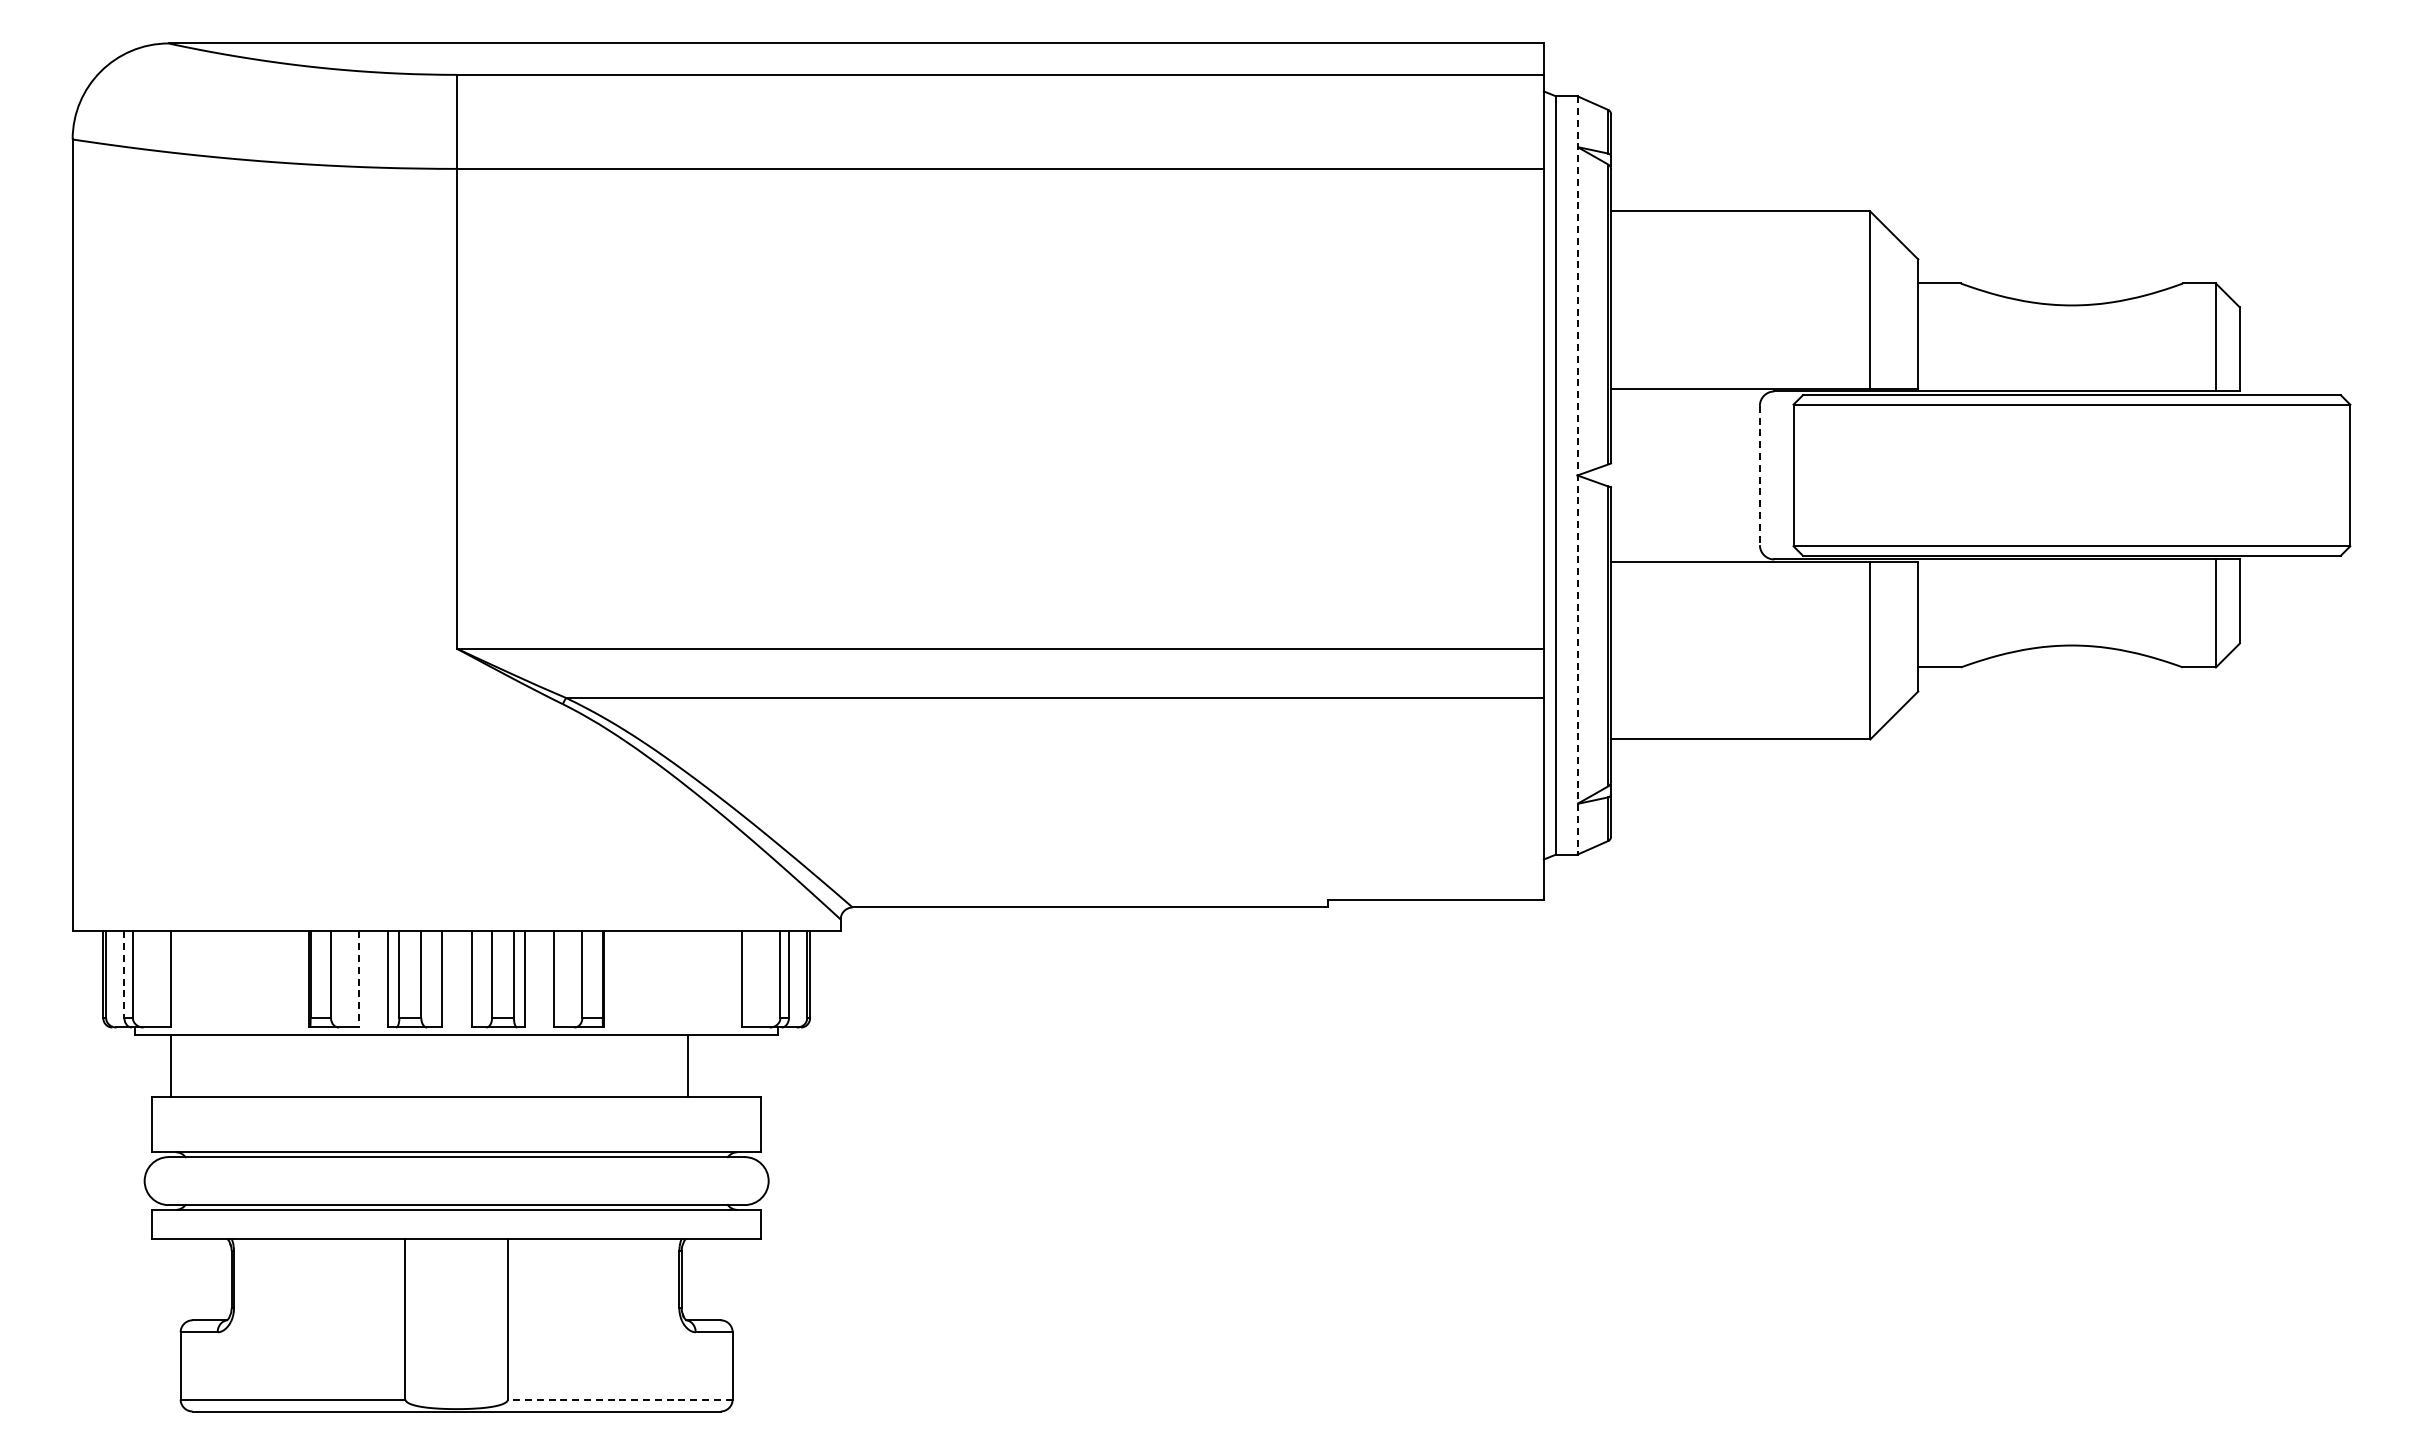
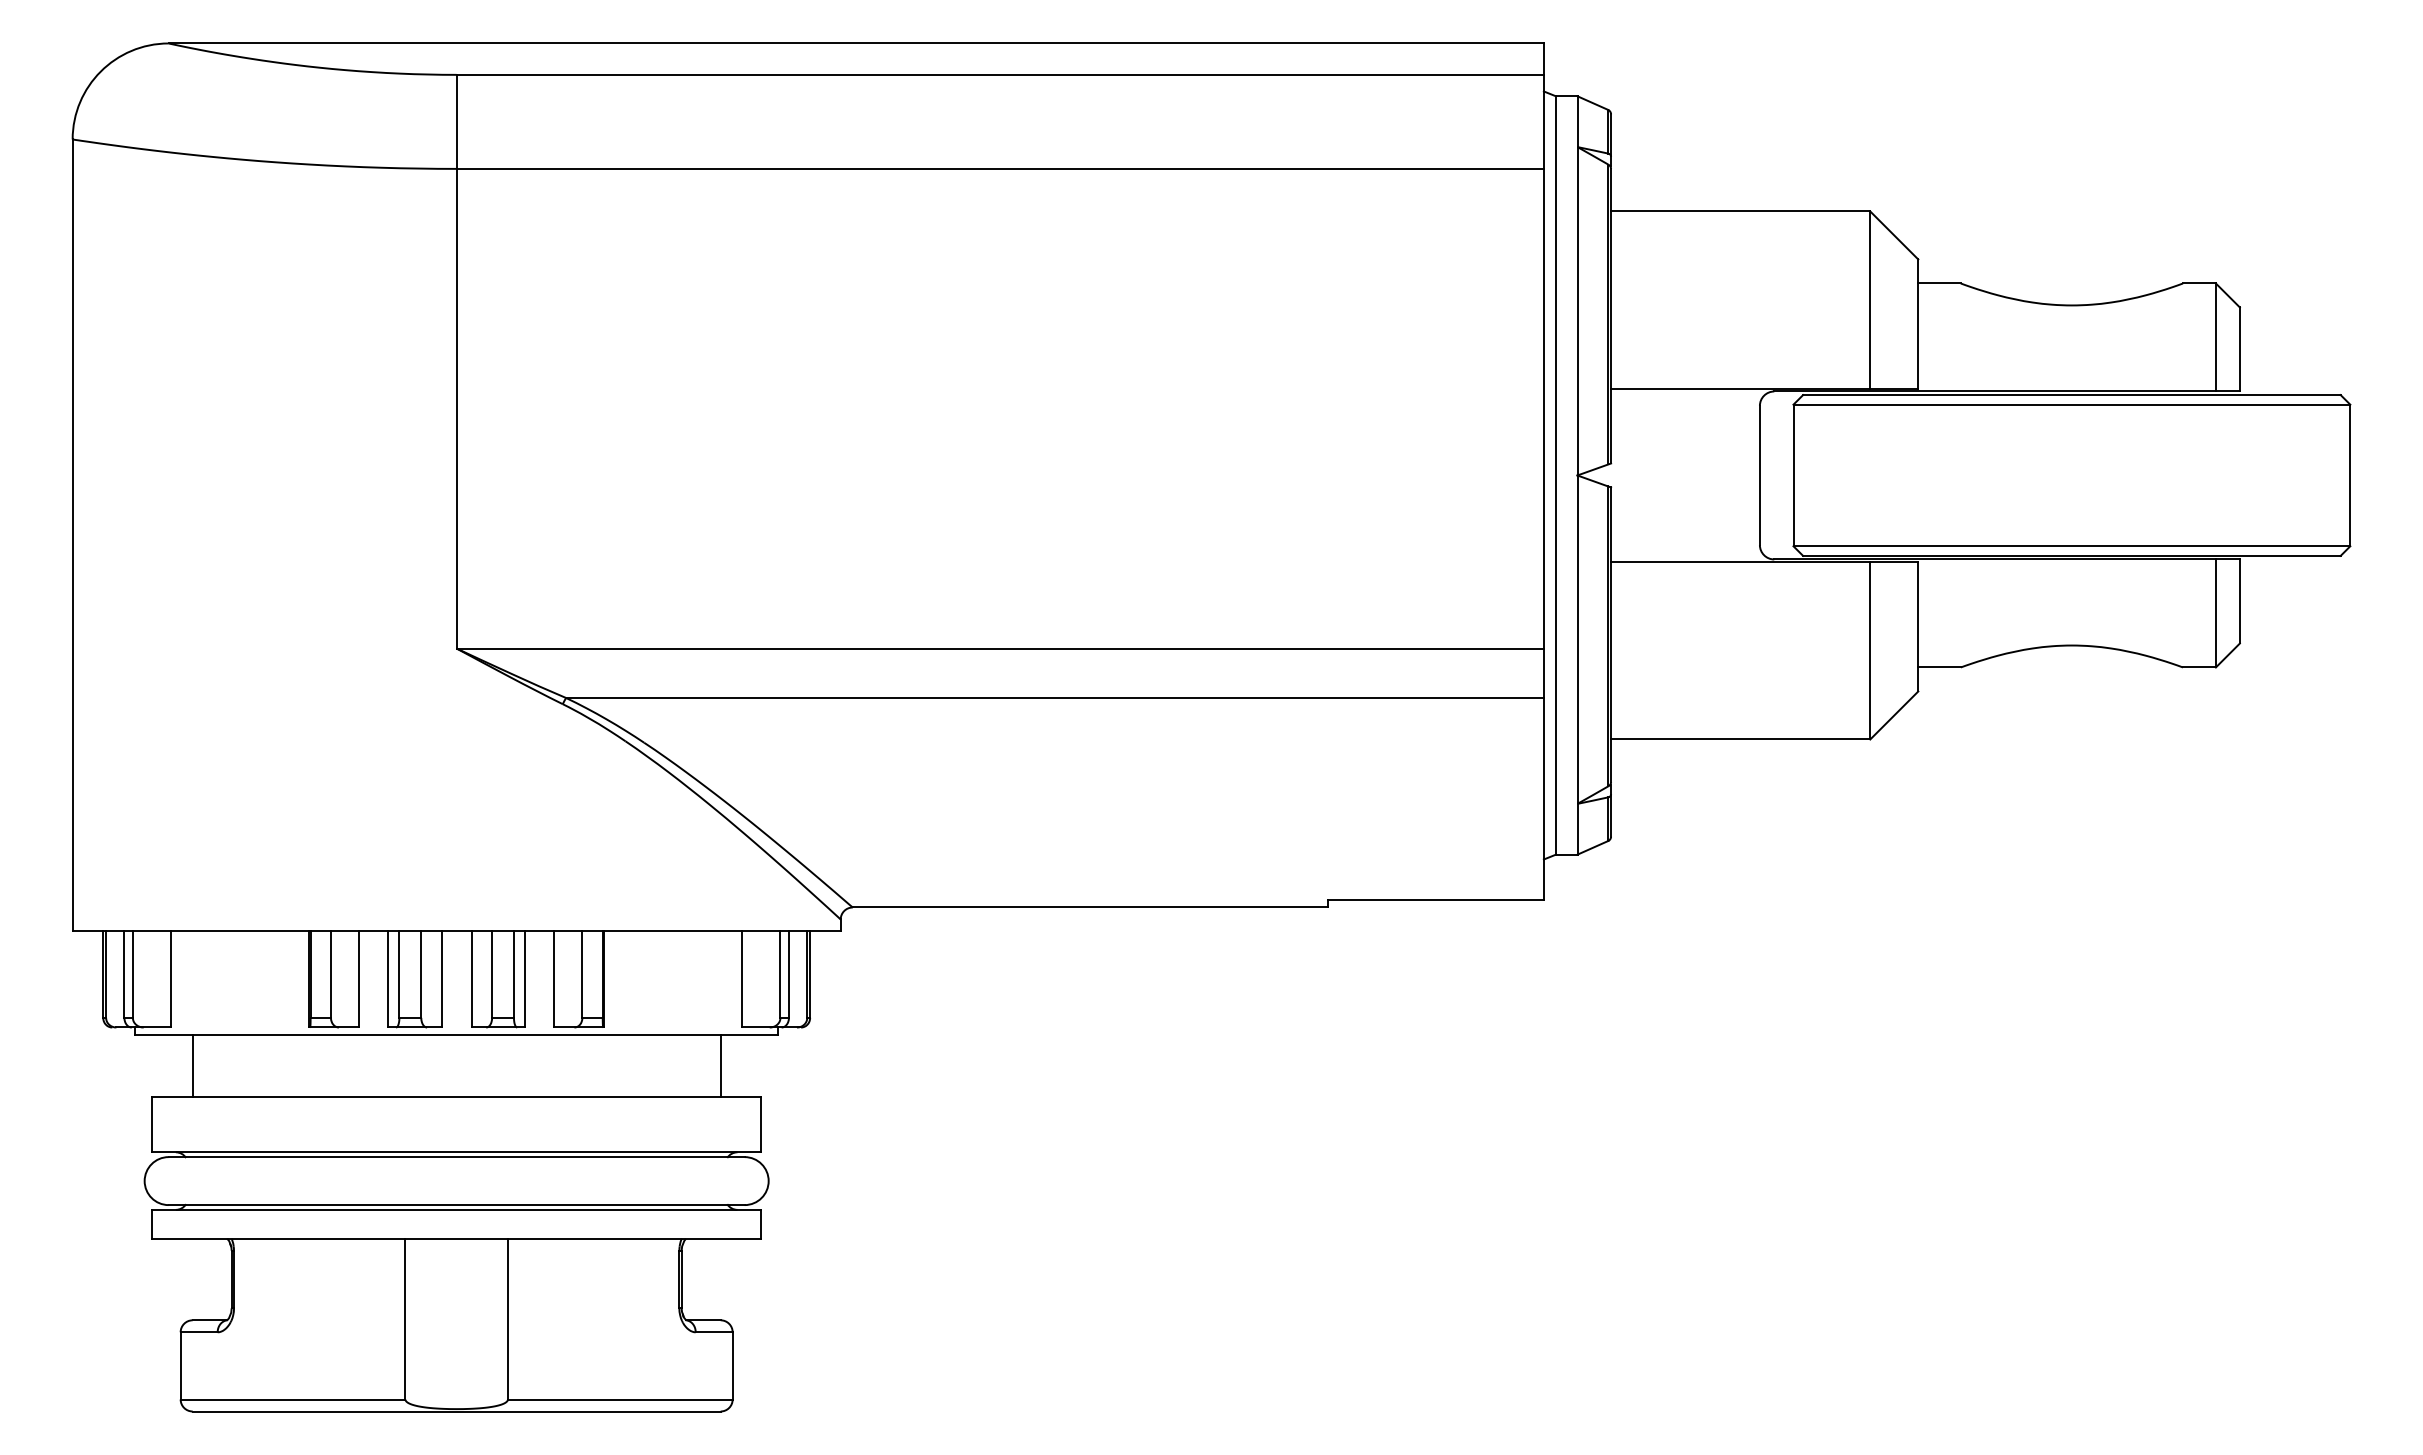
line at (1577, 475): dashed -> solid
line at (1759, 475): dashed -> solid
line at (124, 975): dashed -> solid
line at (359, 979): dashed -> solid
line at (170, 1065) position: (170, 1065) -> (192, 1065)
line at (687, 1065) position: (687, 1065) -> (720, 1065)
line at (619, 1399): dashed -> solid
